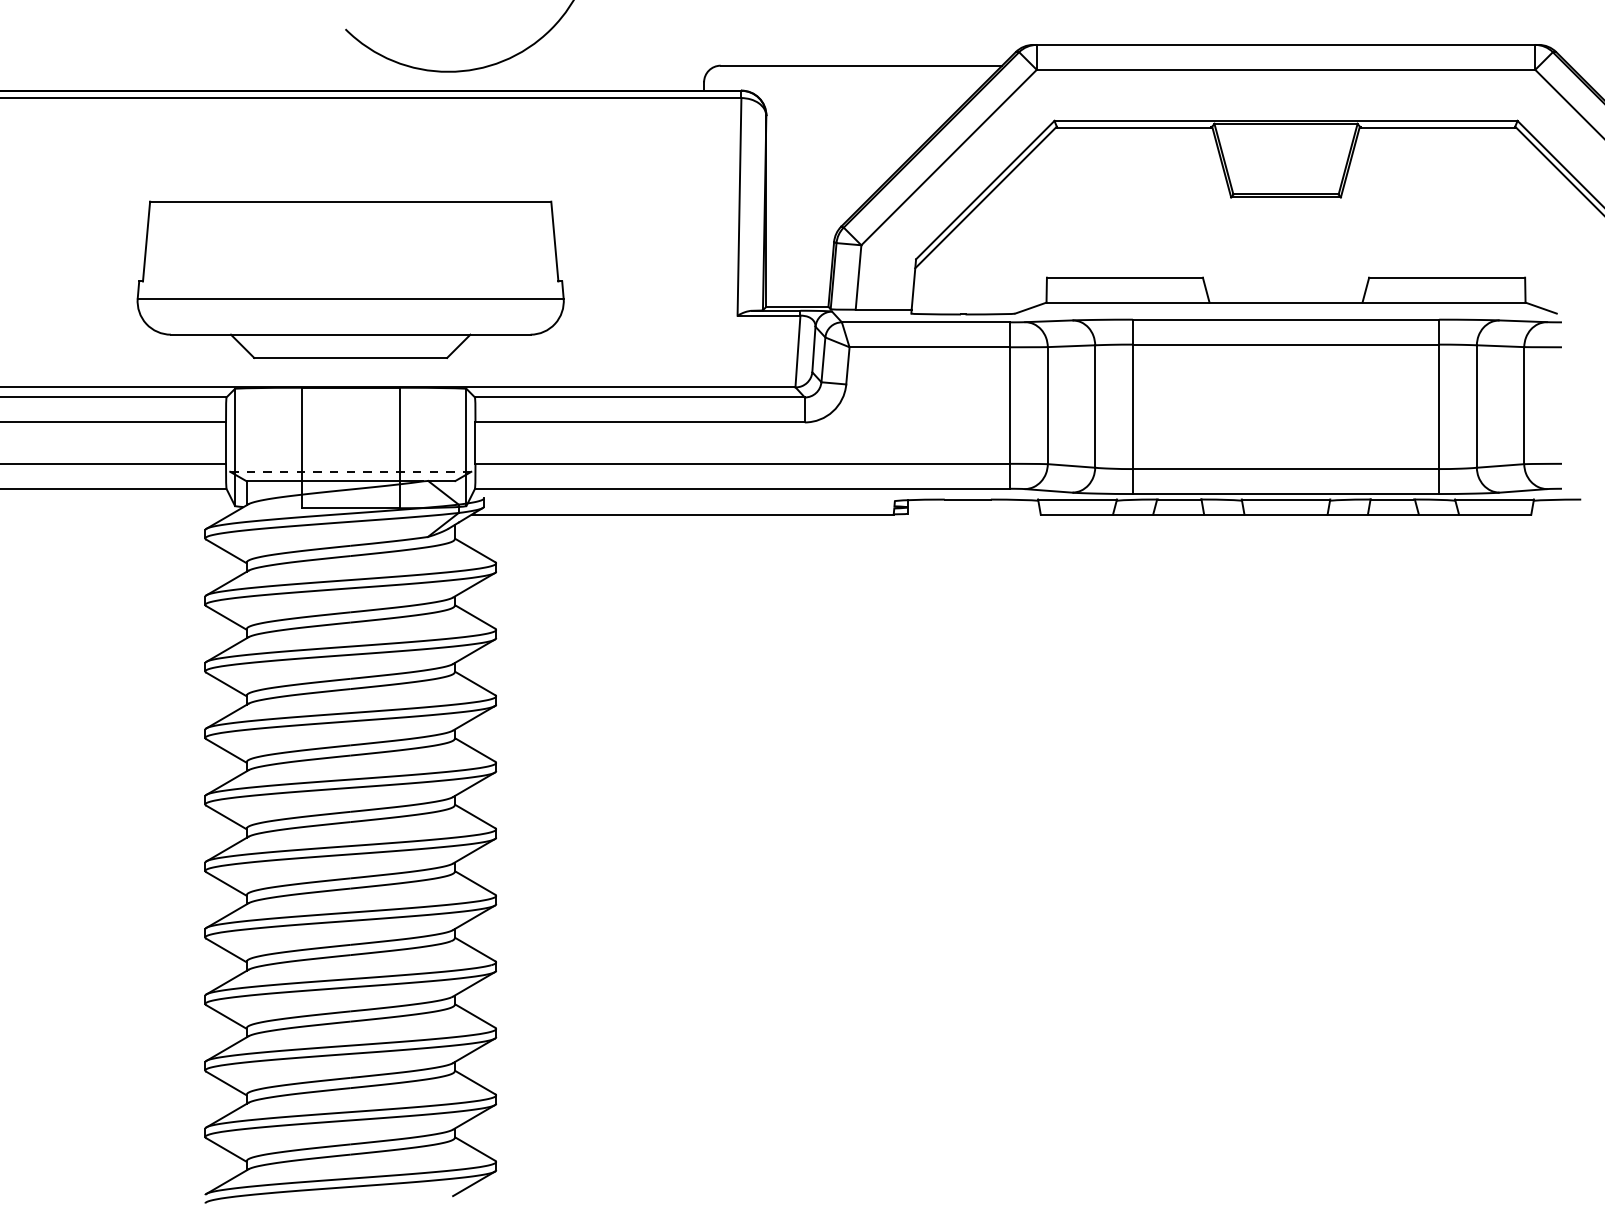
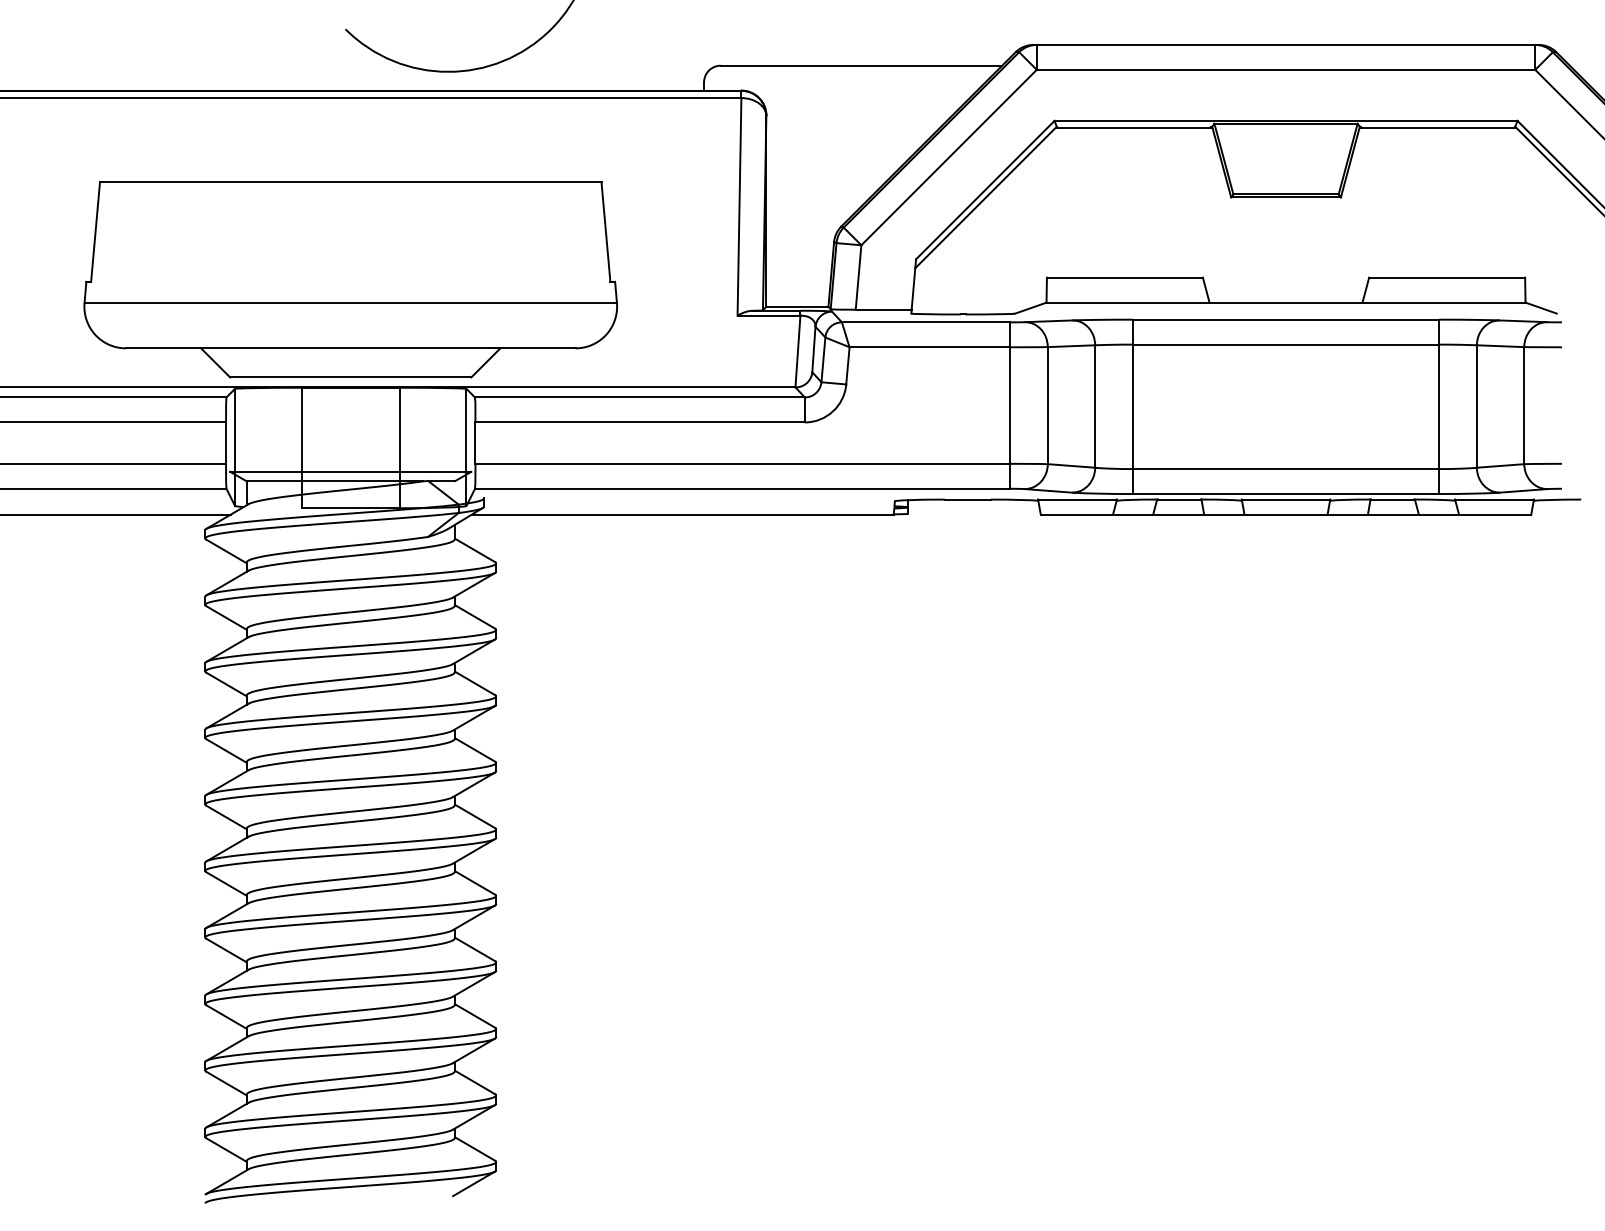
part at (350, 279) size: 429x159 px -> 535x198 px
line at (350, 471): dashed -> solid
line at (116, 514): none -> present
